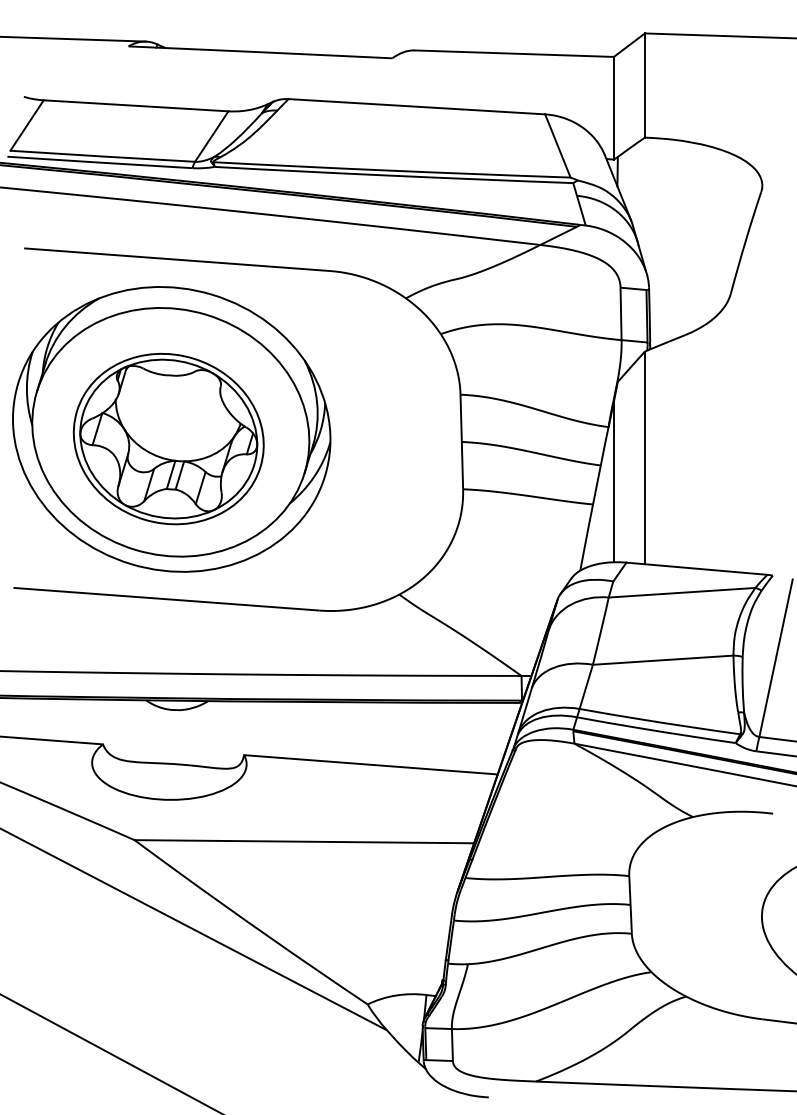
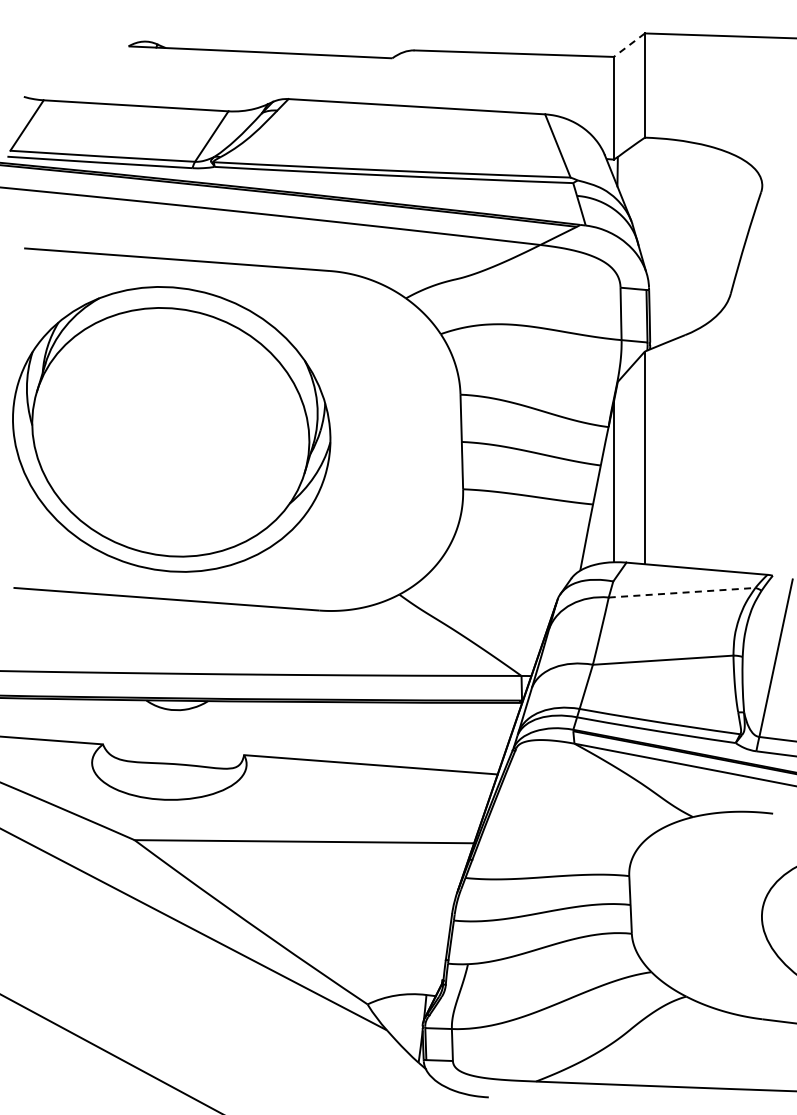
line at (73, 38): present -> none
line at (628, 45): solid -> dashed
part at (168, 438): present -> none
line at (682, 592): solid -> dashed
